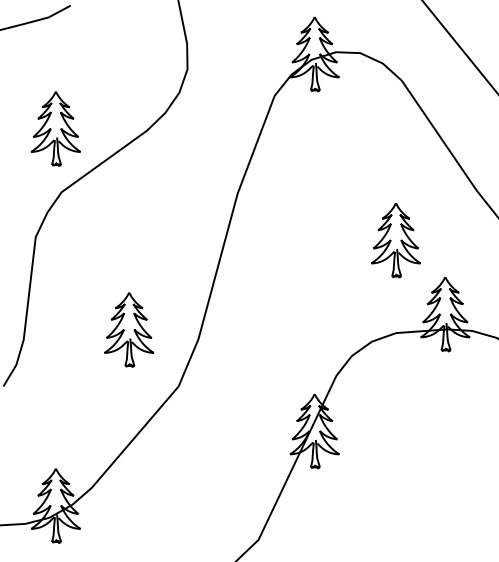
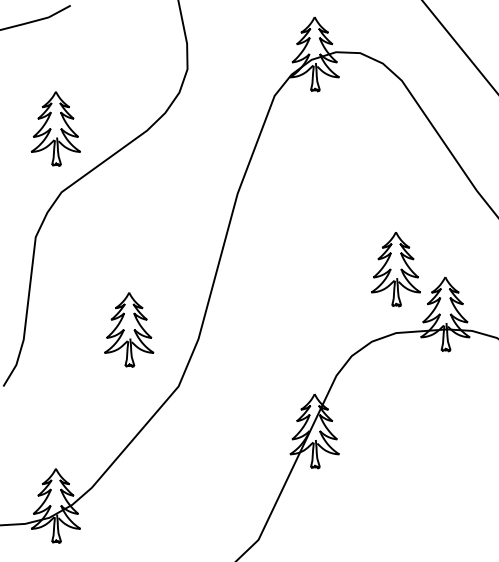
part at (395, 240) position: (395, 240) -> (395, 269)
